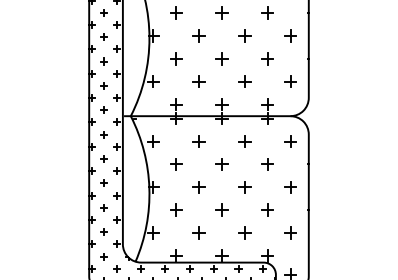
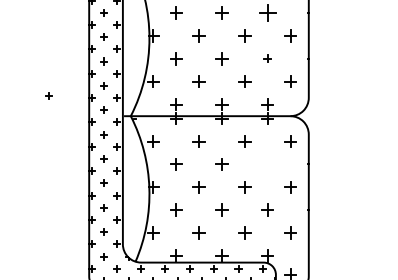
part at (267, 12) size: 13x14 px -> 18x18 px
part at (267, 58) size: 13x14 px -> 9x9 px
part at (48, 95): none -> present
part at (267, 164): present -> none
